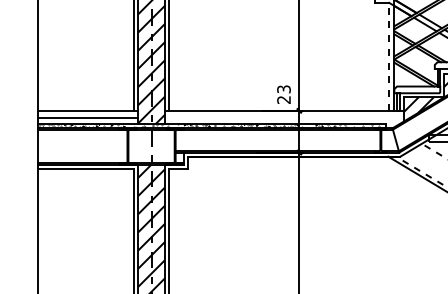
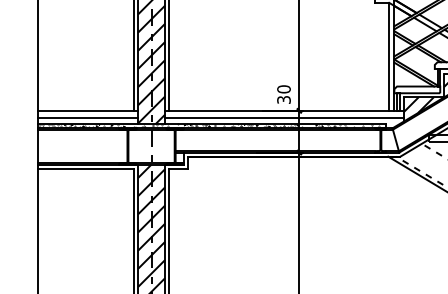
line at (388, 56): dashed -> solid
text at (283, 94): 23 -> 30
line at (284, 117): none -> present
